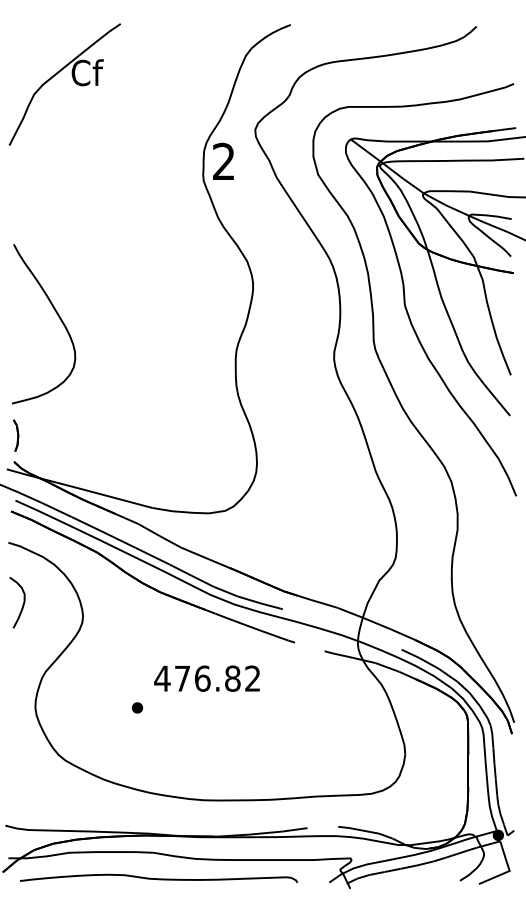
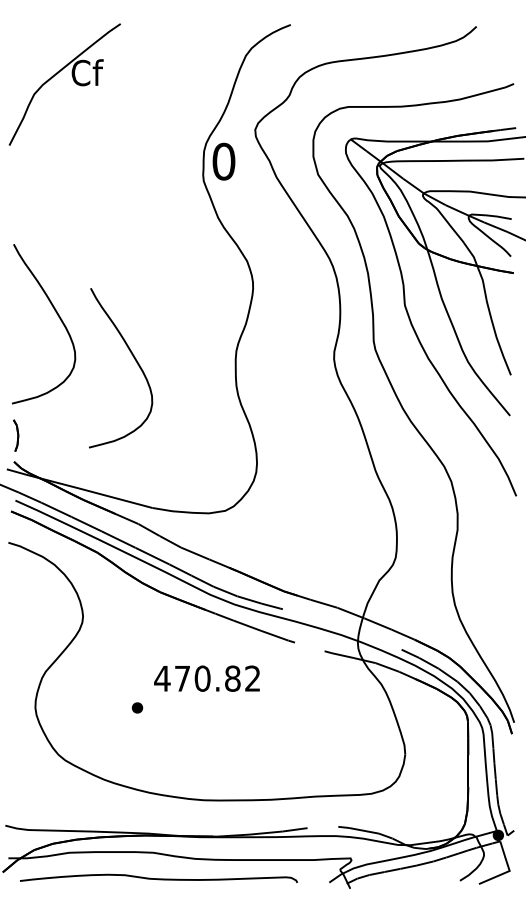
text at (223, 161): 2 -> 0
curve at (135, 361): none -> present
curve at (22, 604): present -> none
text at (202, 678): 476.82 -> 470.82
